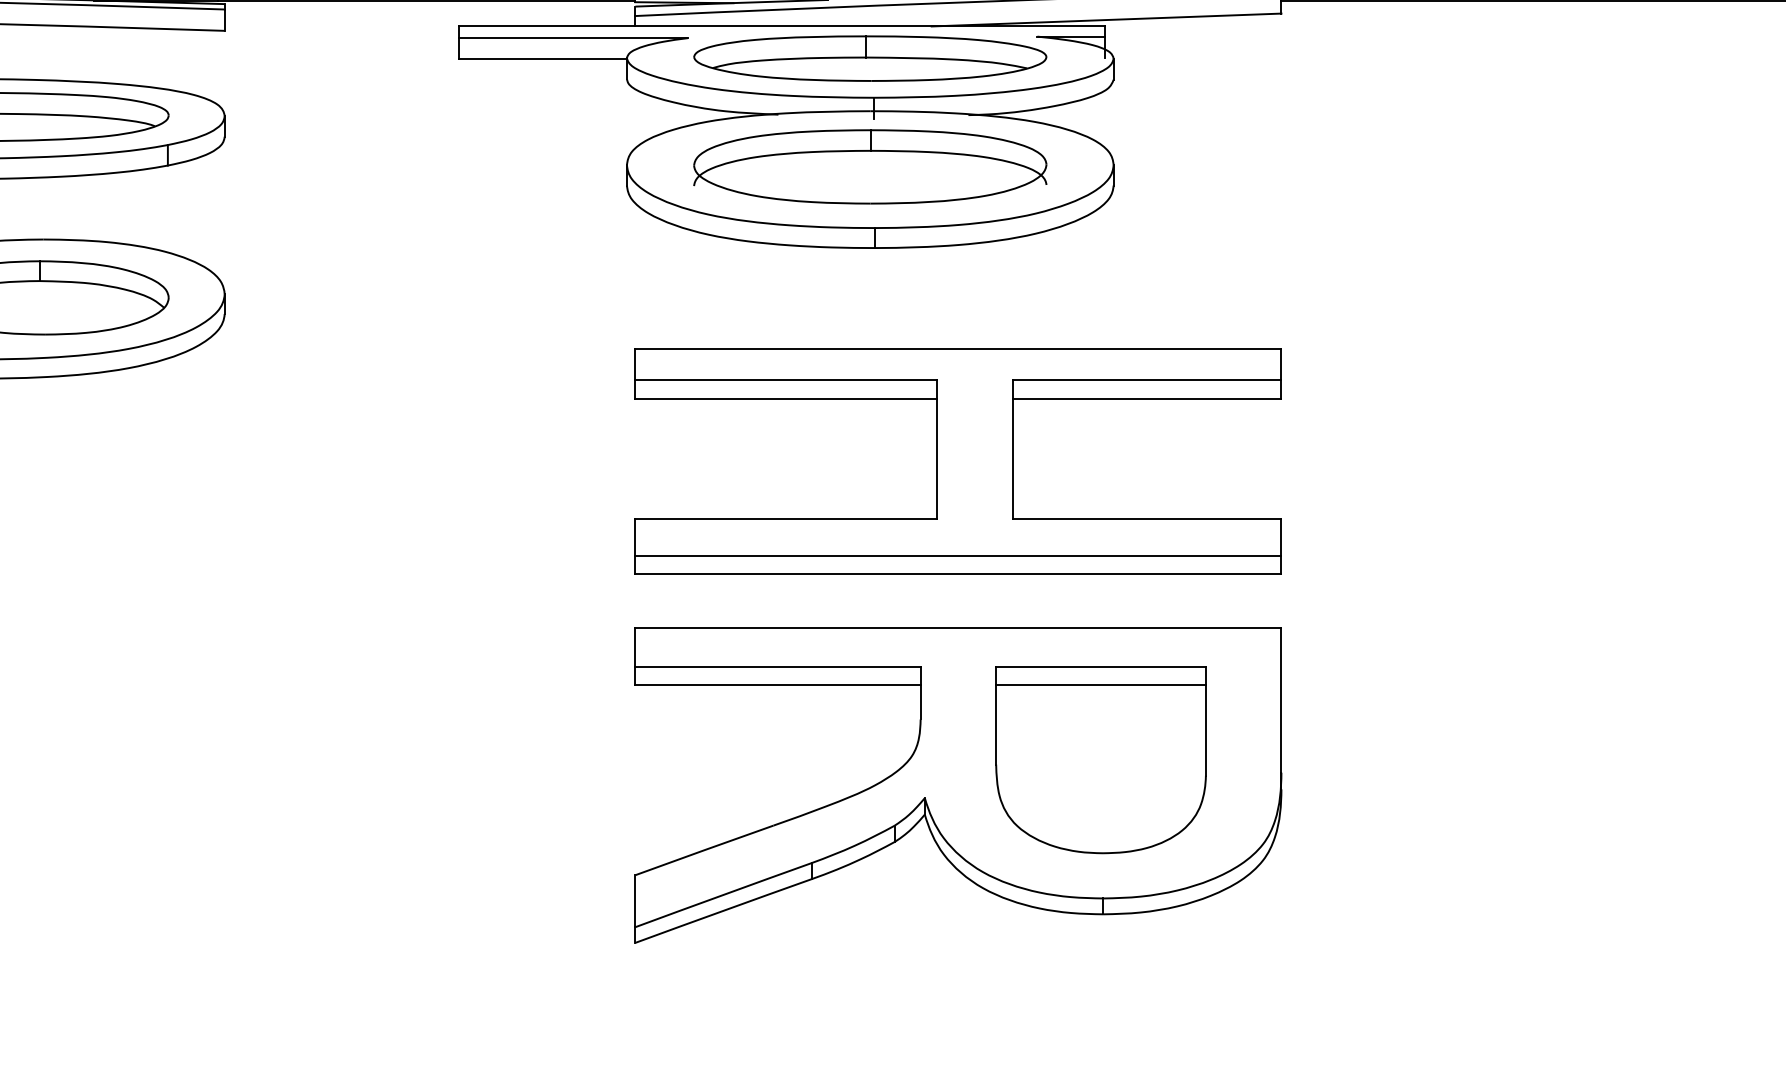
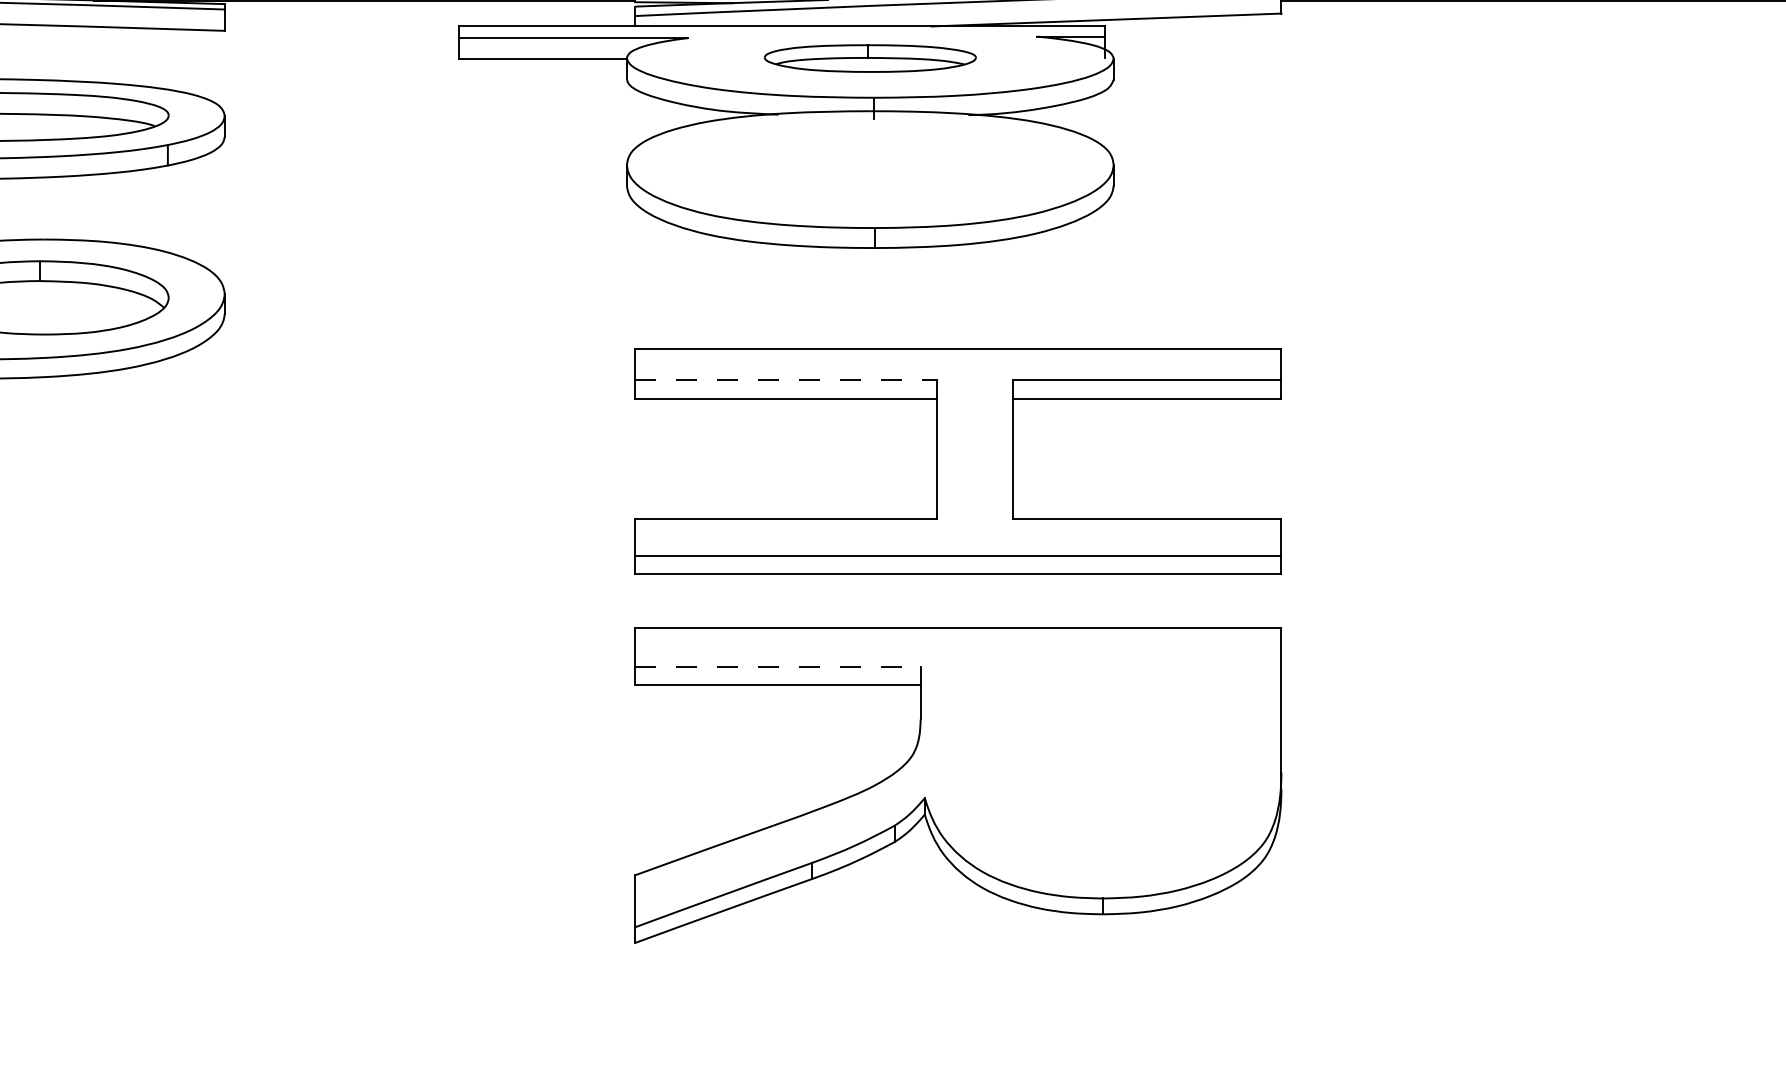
part at (870, 58) size: 355x47 px -> 214x29 px
part at (870, 166): present -> none
line at (786, 379): solid -> dashed
line at (778, 667): solid -> dashed
part at (1100, 760): present -> none
